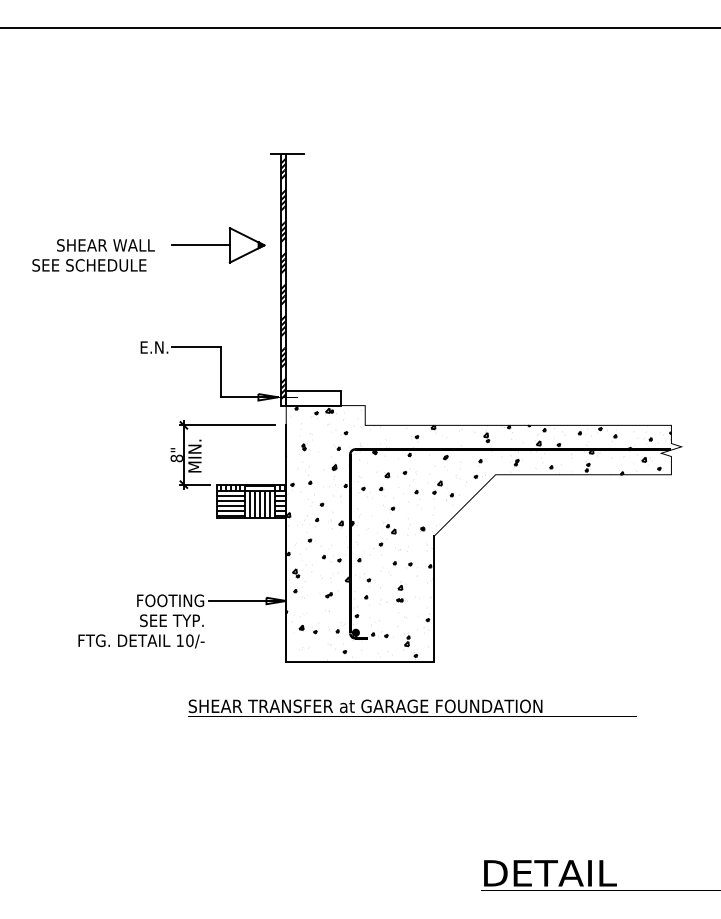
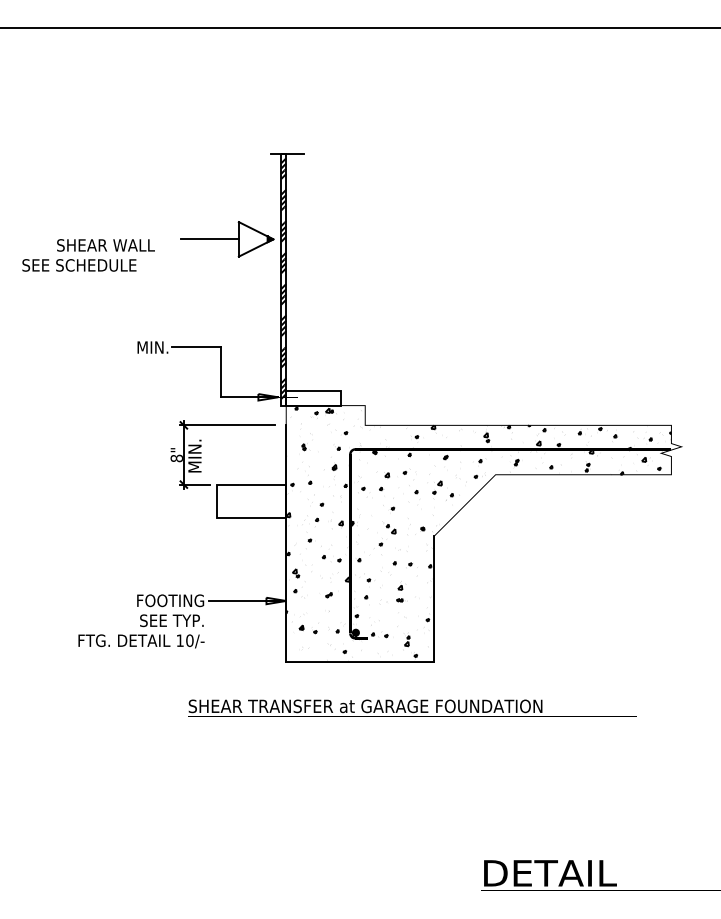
part at (218, 245) position: (218, 245) -> (227, 239)
text at (89, 265) position: (89, 265) -> (79, 265)
text at (144, 347): E.N. -> MIN.
hatch at (251, 501): present -> none
